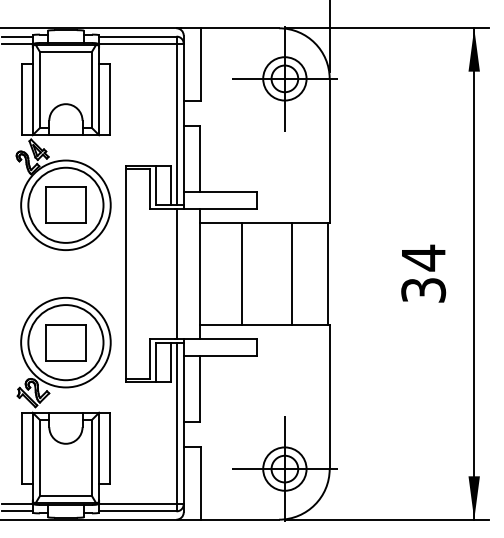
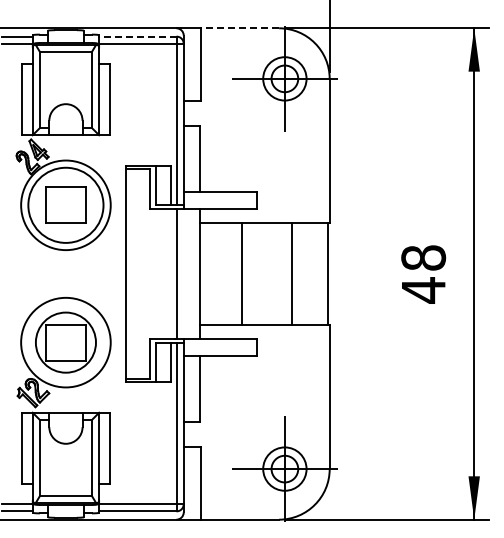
line at (239, 28): solid -> dashed
line at (137, 36): solid -> dashed
text at (423, 273): 34 -> 48
circle at (65, 342) diameter: 75 px -> 60 px
